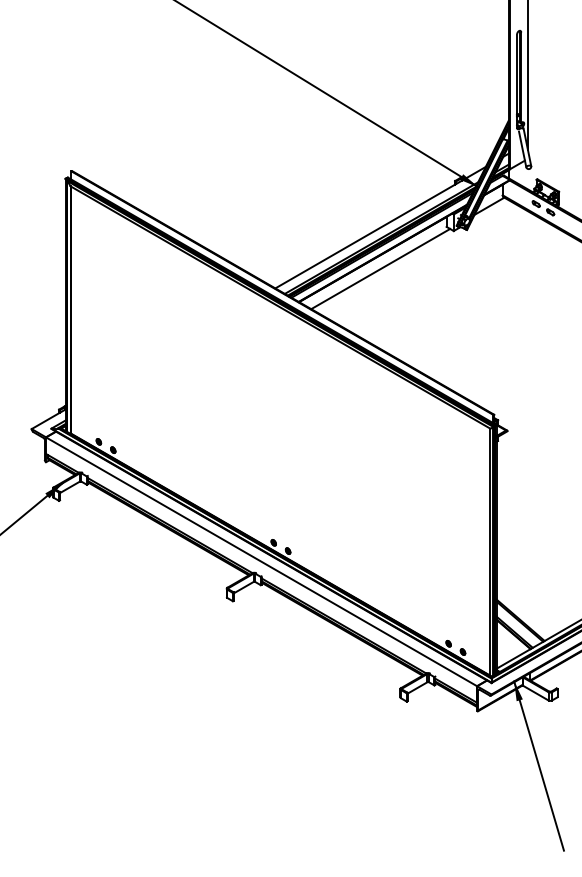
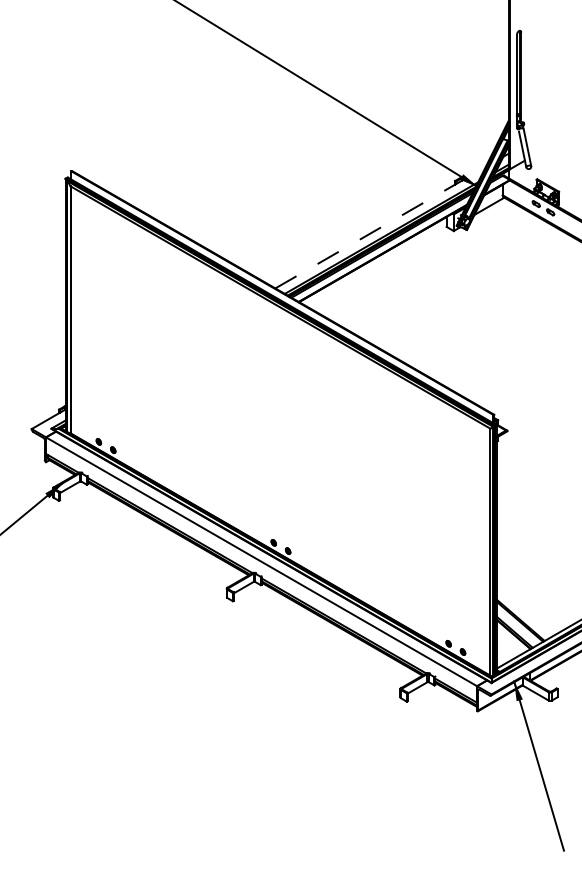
line at (528, 76): present -> none
line at (381, 227): solid -> dashed
line at (380, 268): present -> none
